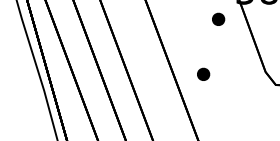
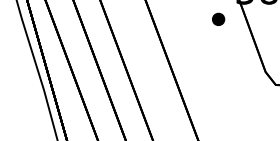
part at (203, 73): present -> none
